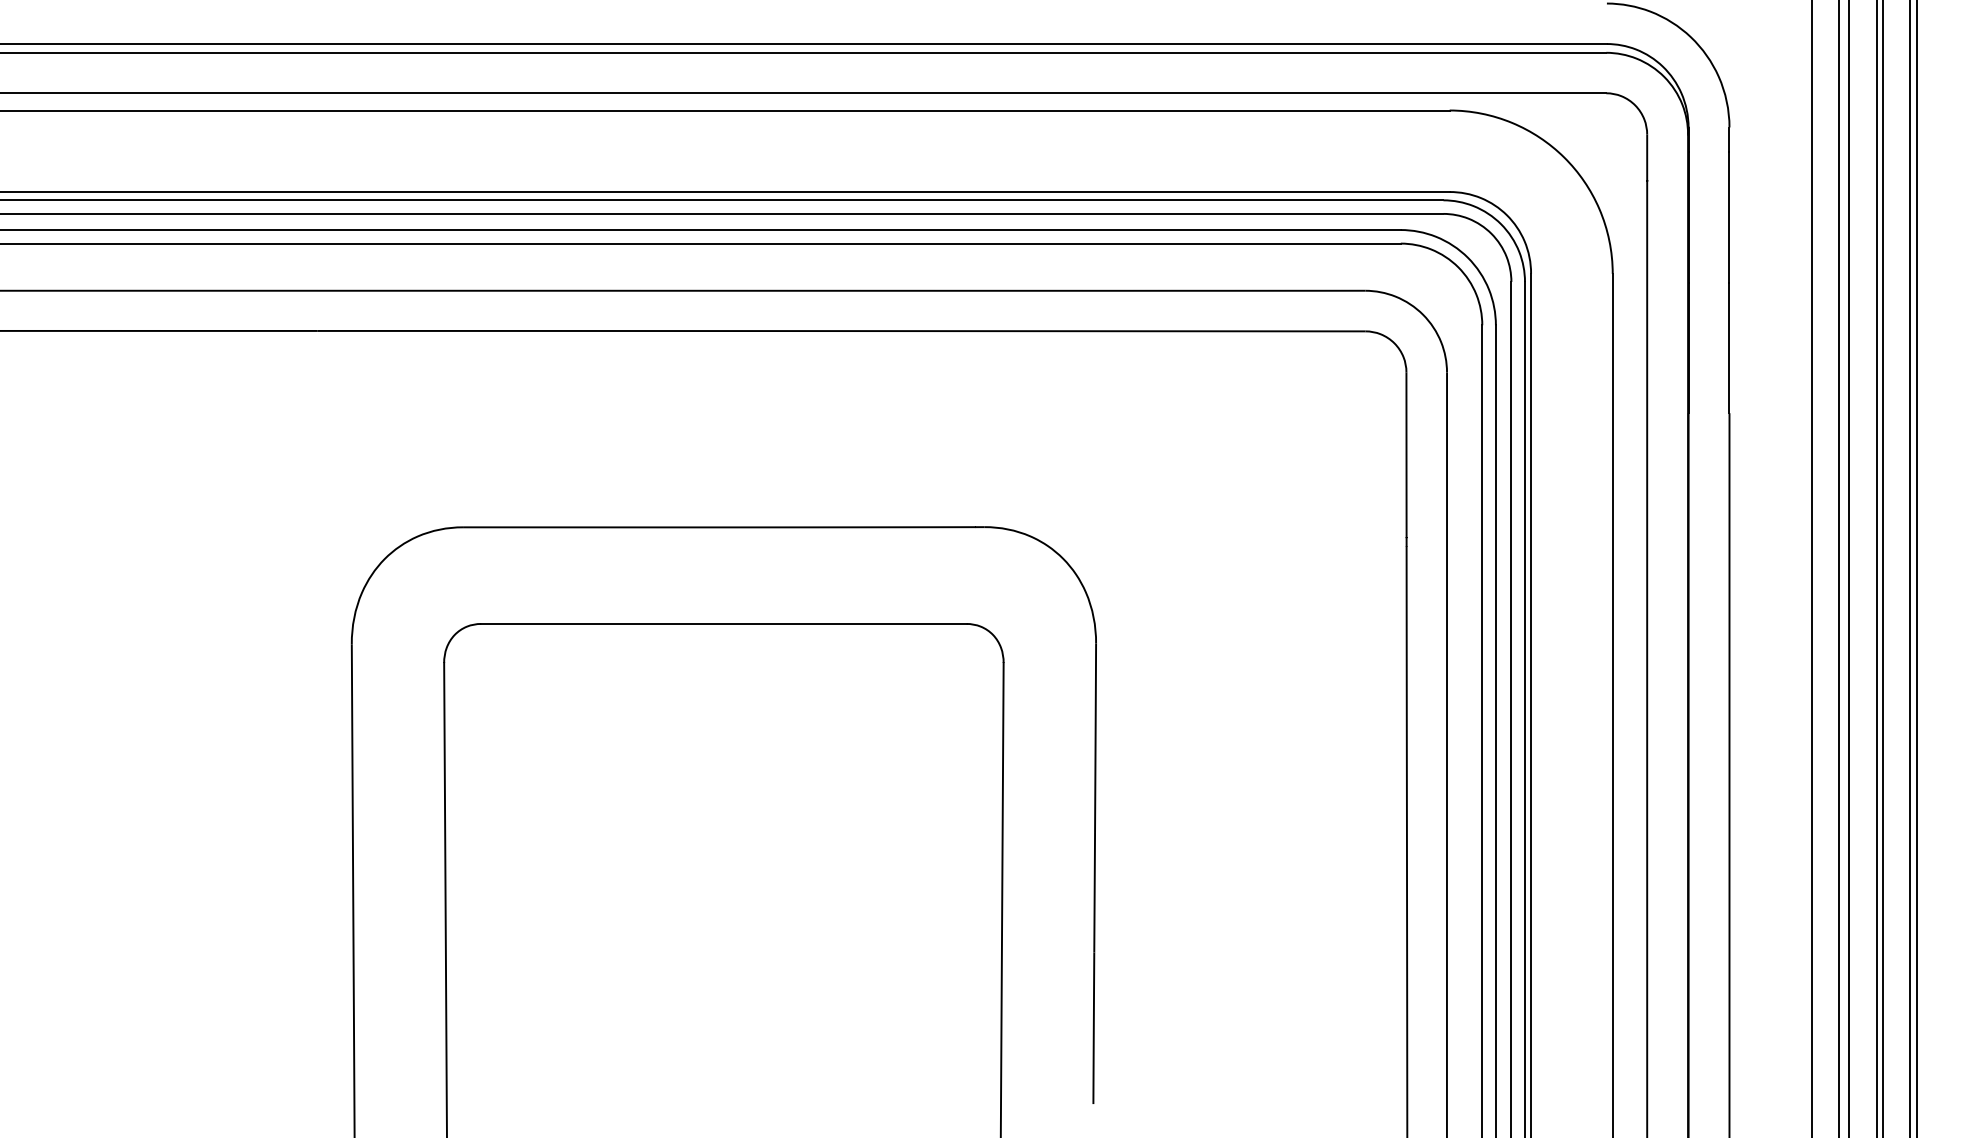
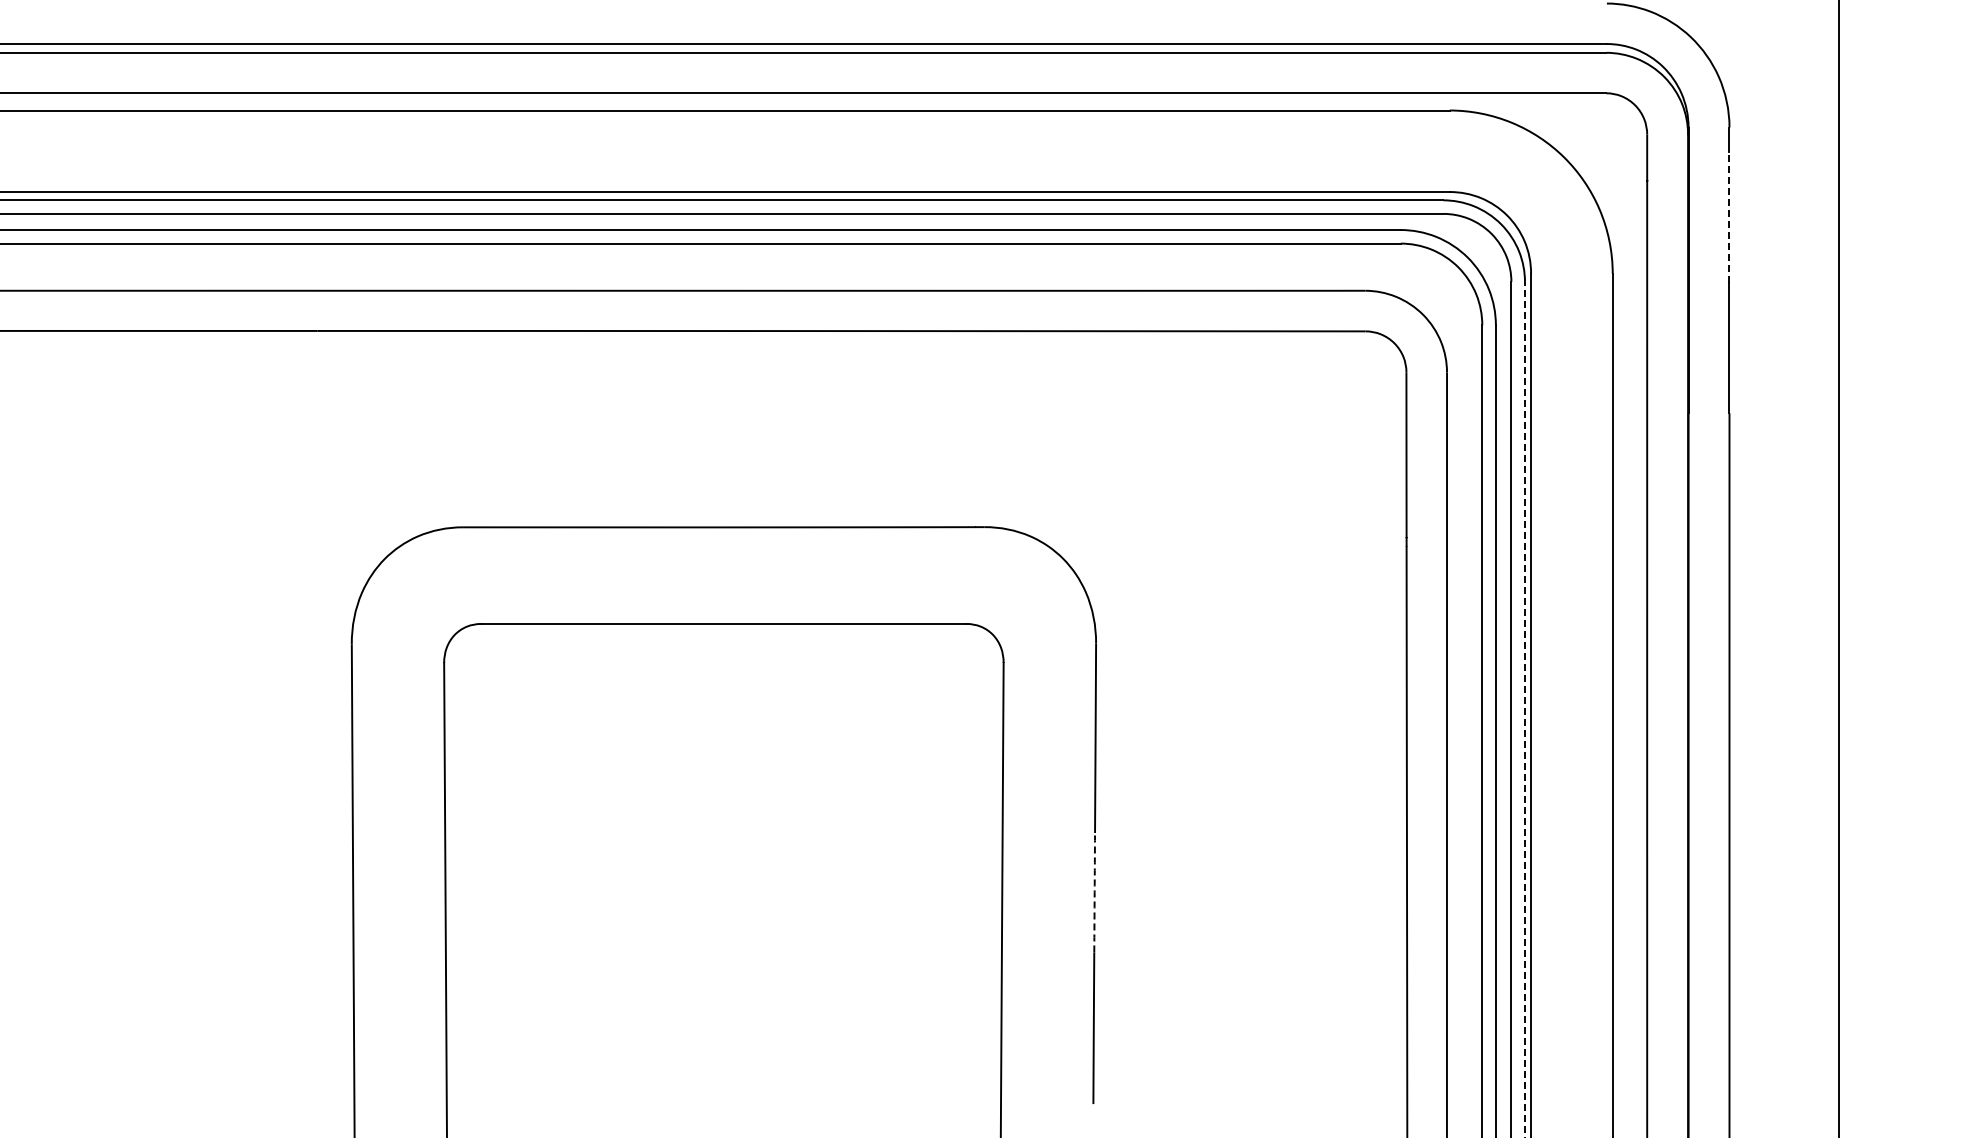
line at (1729, 216): solid -> dashed
line at (1811, 568): present -> none
line at (1849, 568): present -> none
line at (1876, 568): present -> none
line at (1882, 568): present -> none
line at (1909, 568): present -> none
line at (1917, 568): present -> none
line at (1525, 709): solid -> dashed
arc at (1094, 892): solid -> dashed
